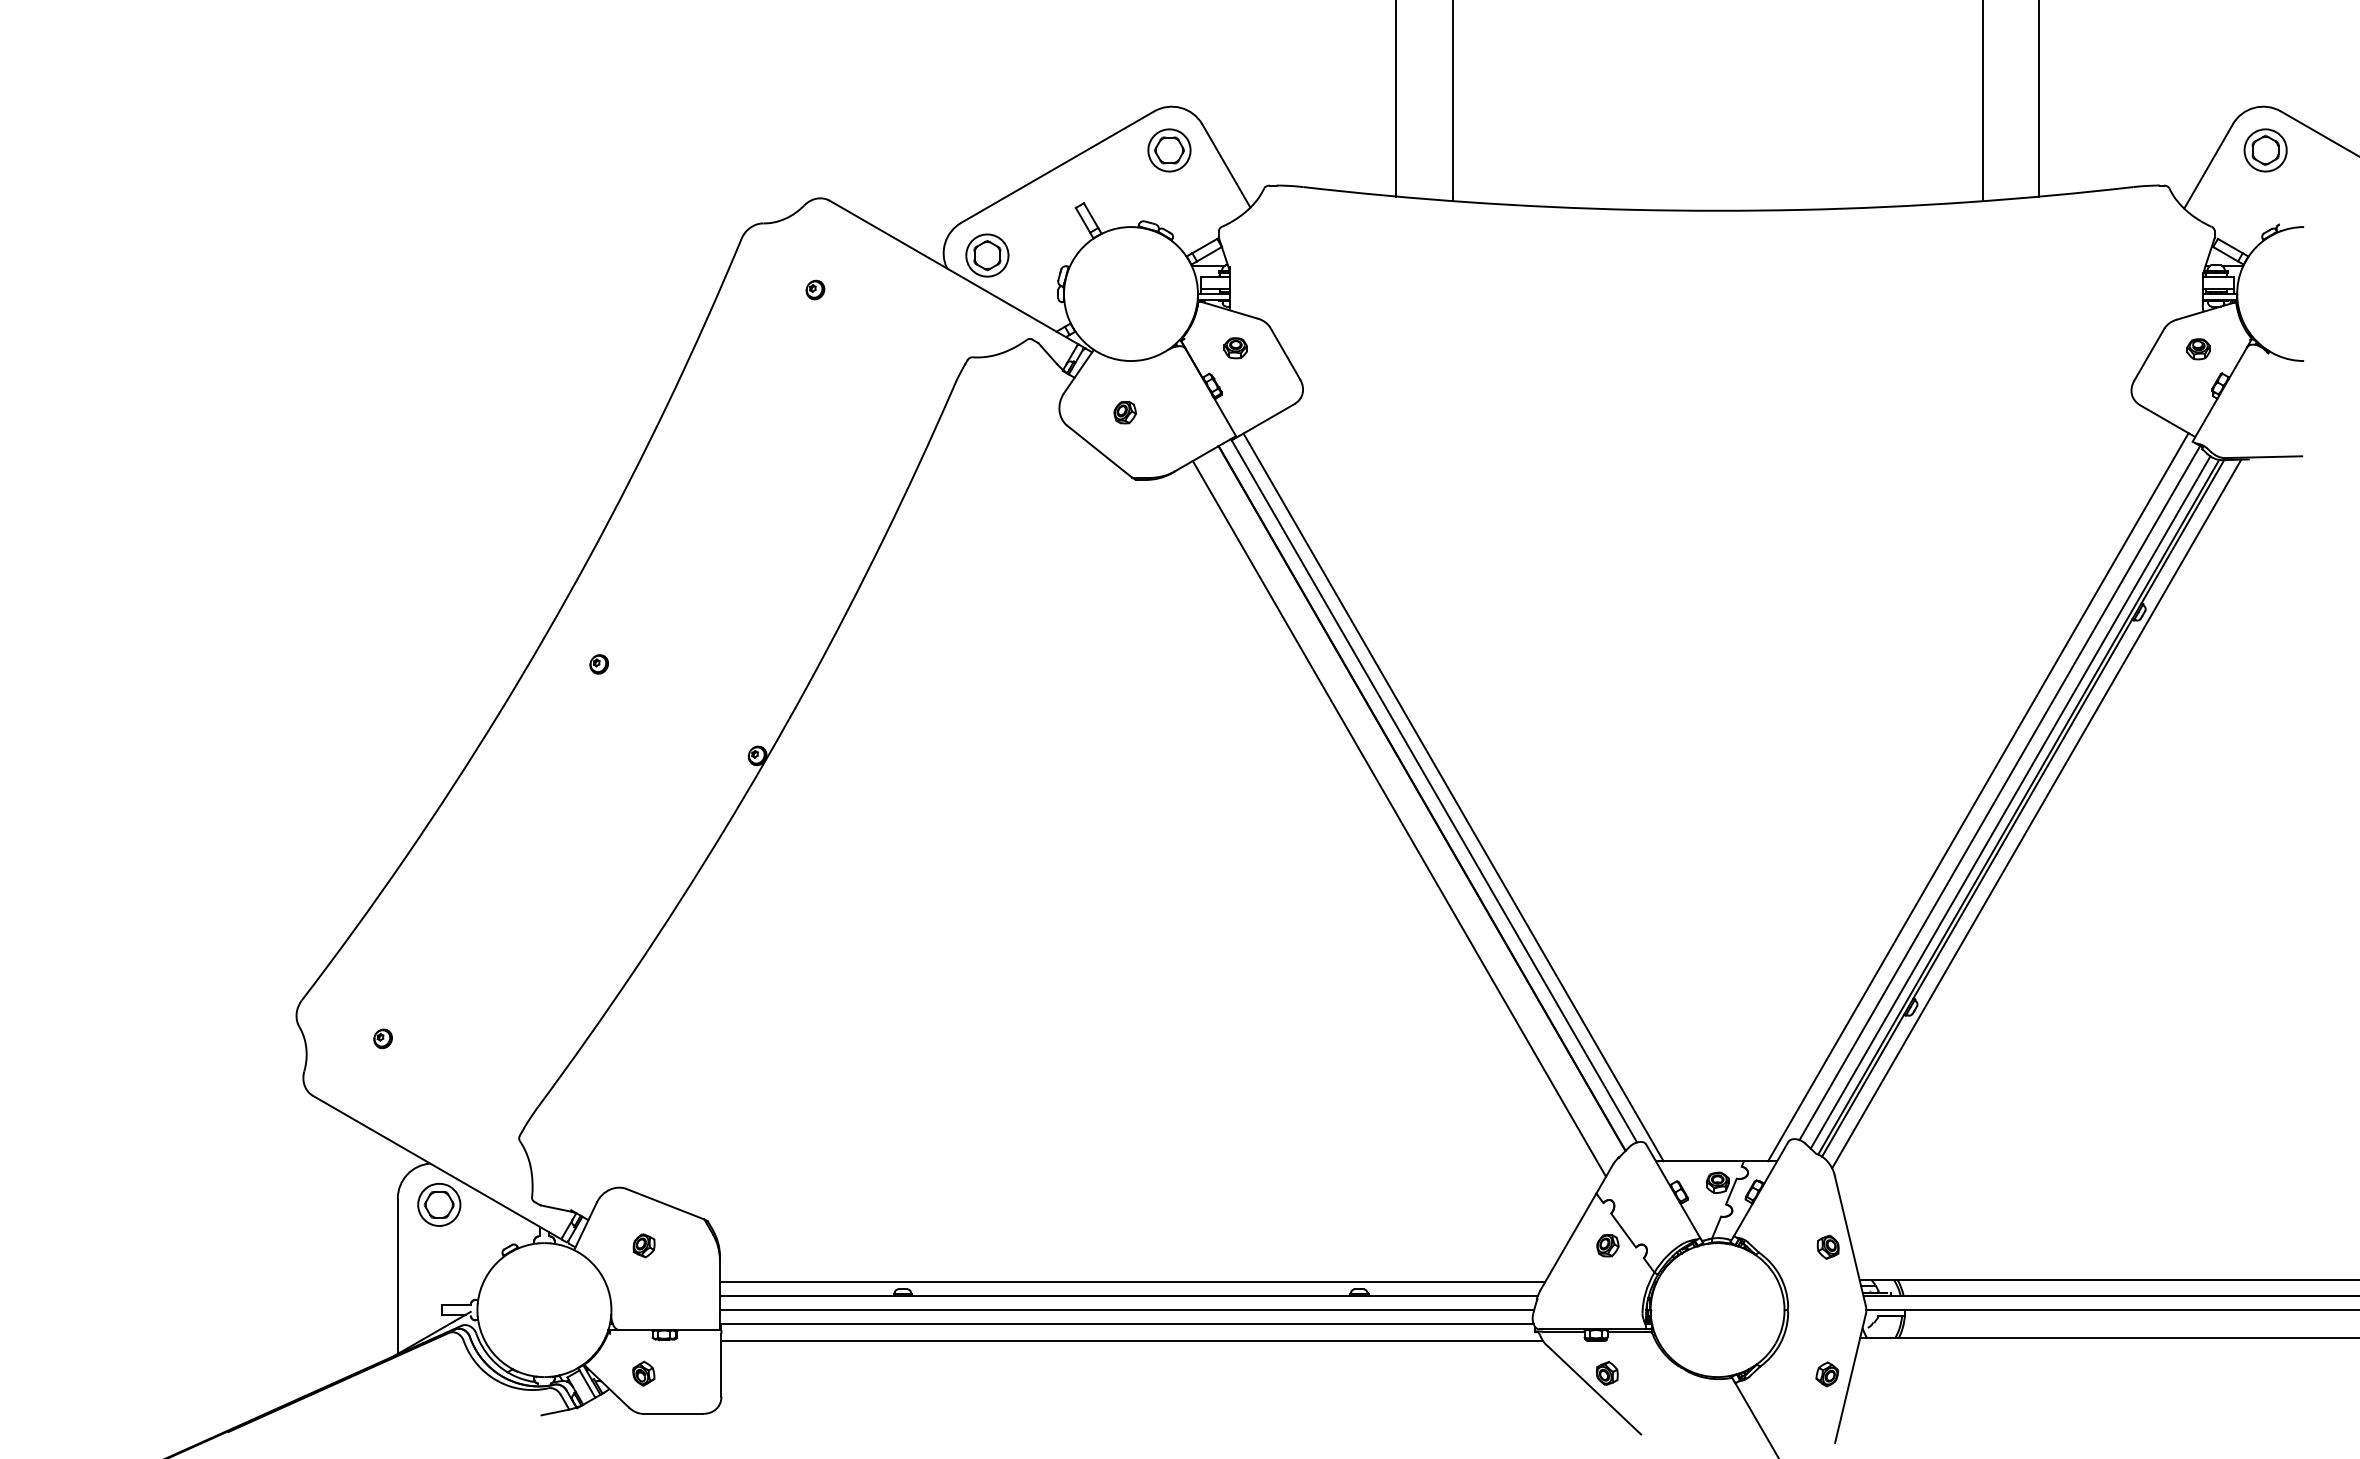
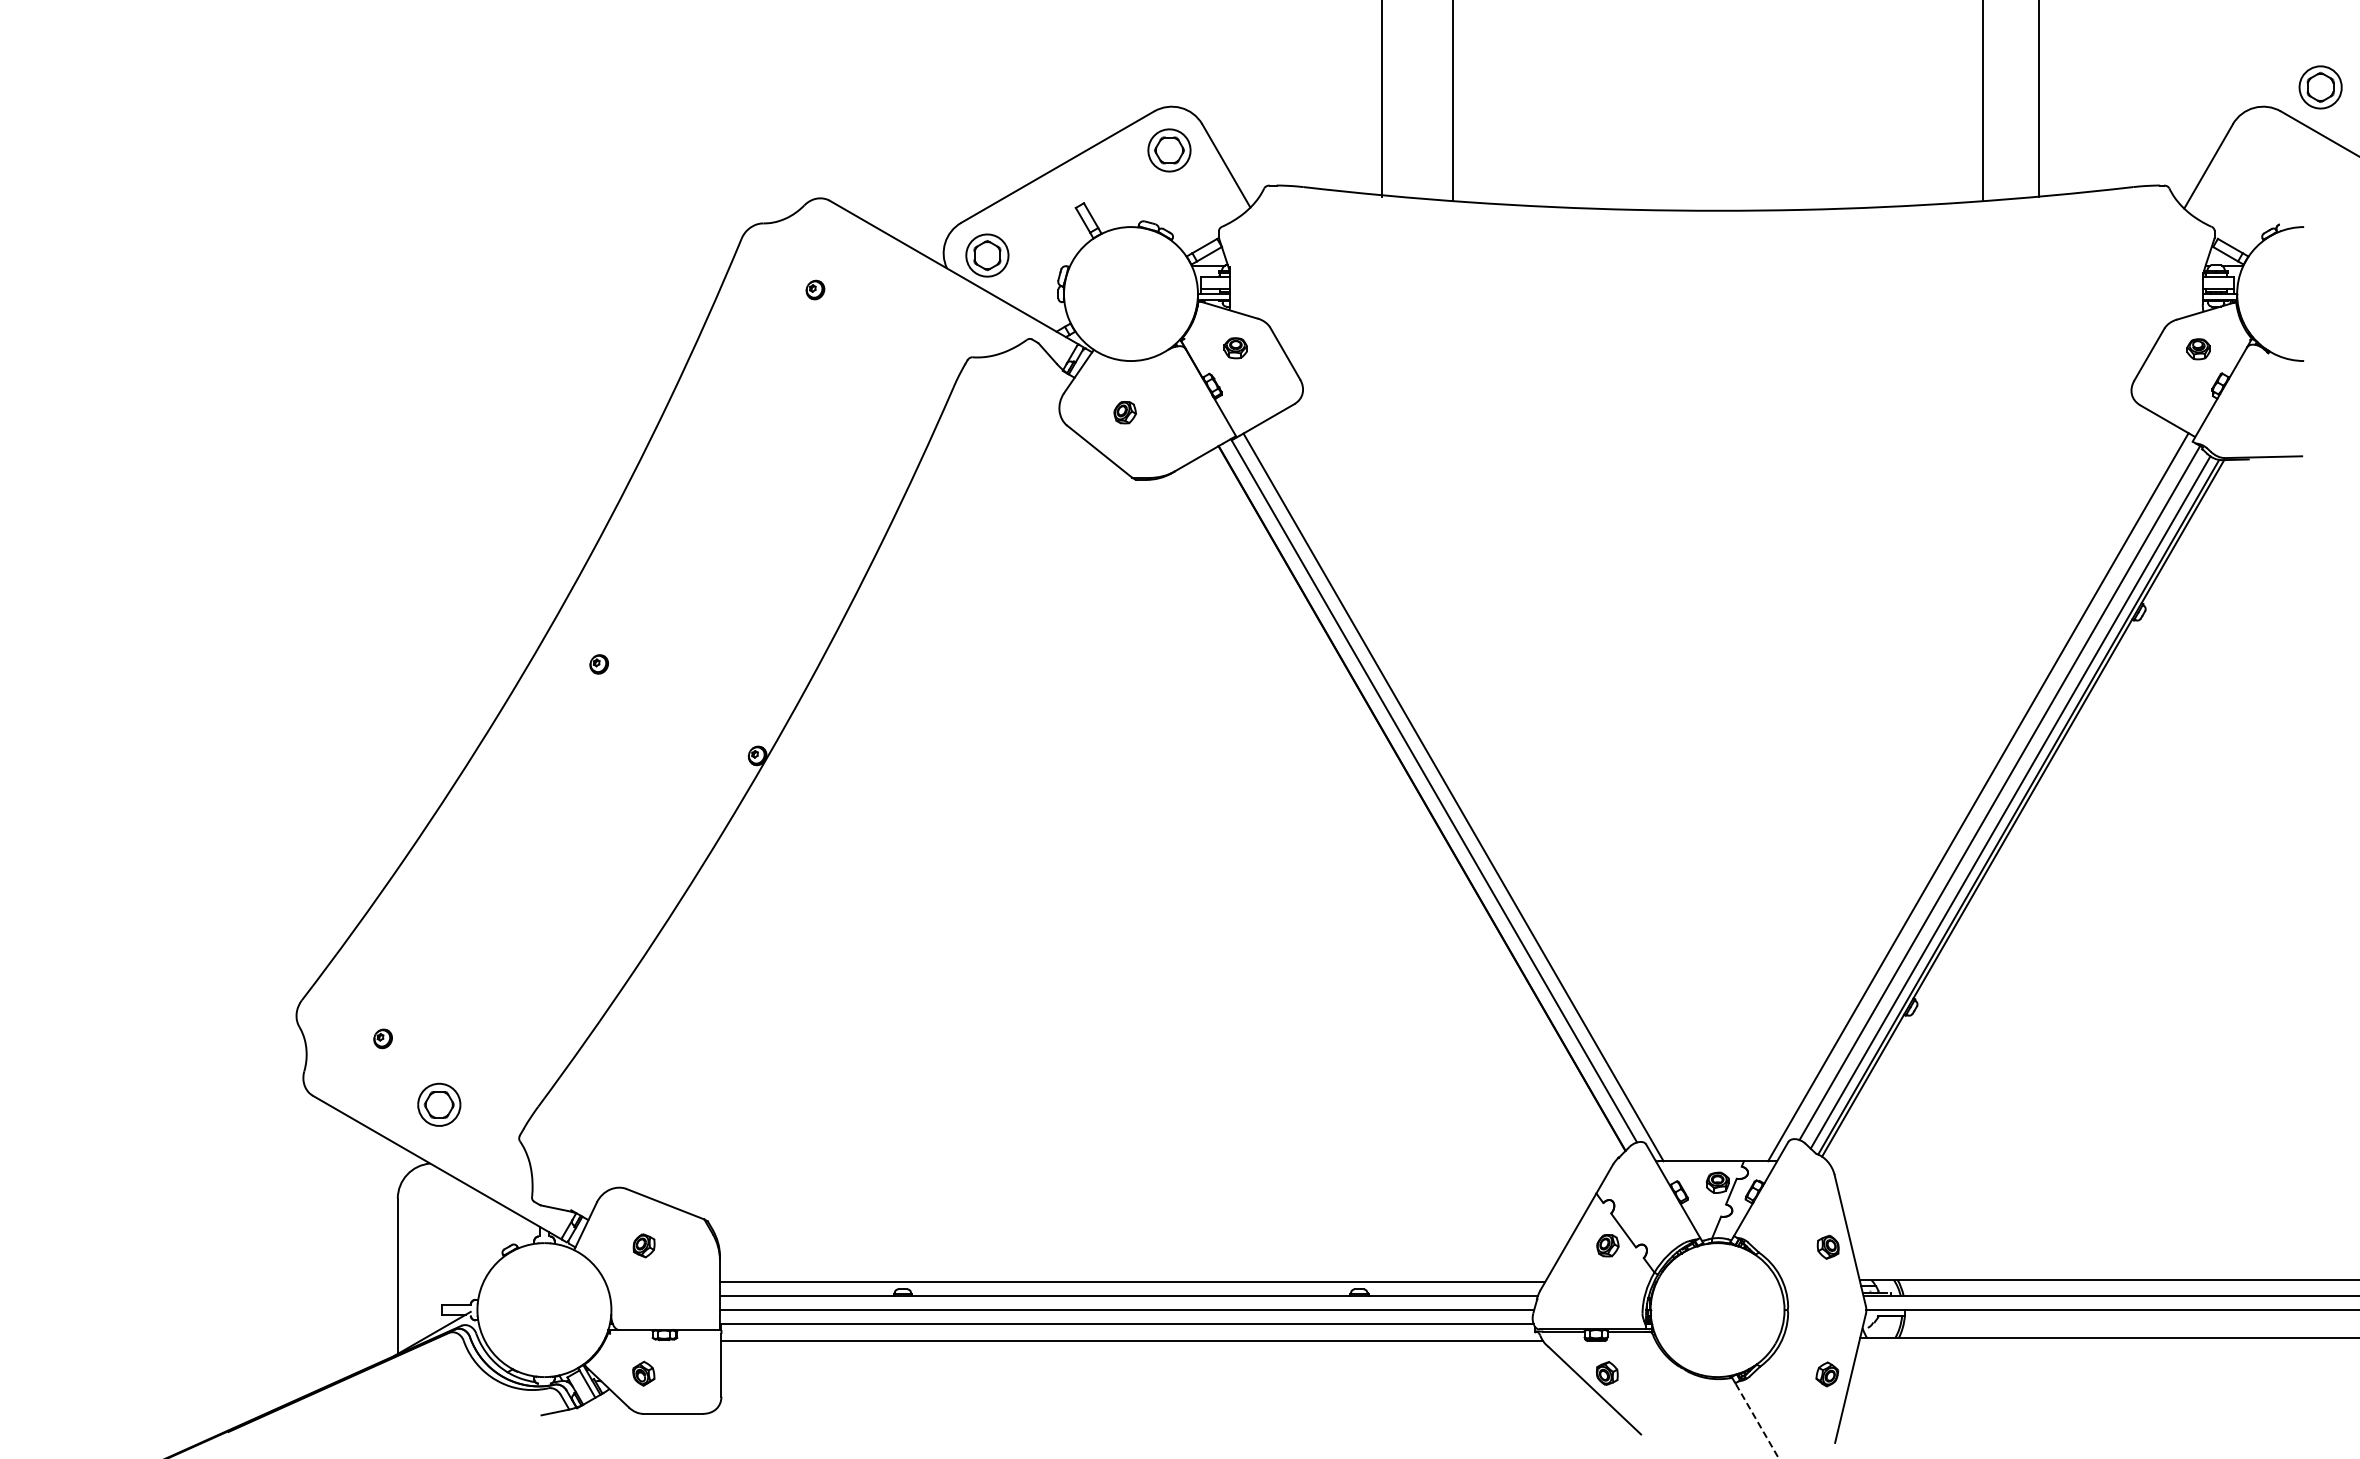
line at (1396, 99) position: (1396, 99) -> (1382, 99)
part at (2265, 150) position: (2265, 150) -> (2320, 87)
line at (2036, 813): present -> none
line at (1399, 818): present -> none
part at (439, 1204) position: (439, 1204) -> (439, 1104)
line at (1756, 1420): solid -> dashed
